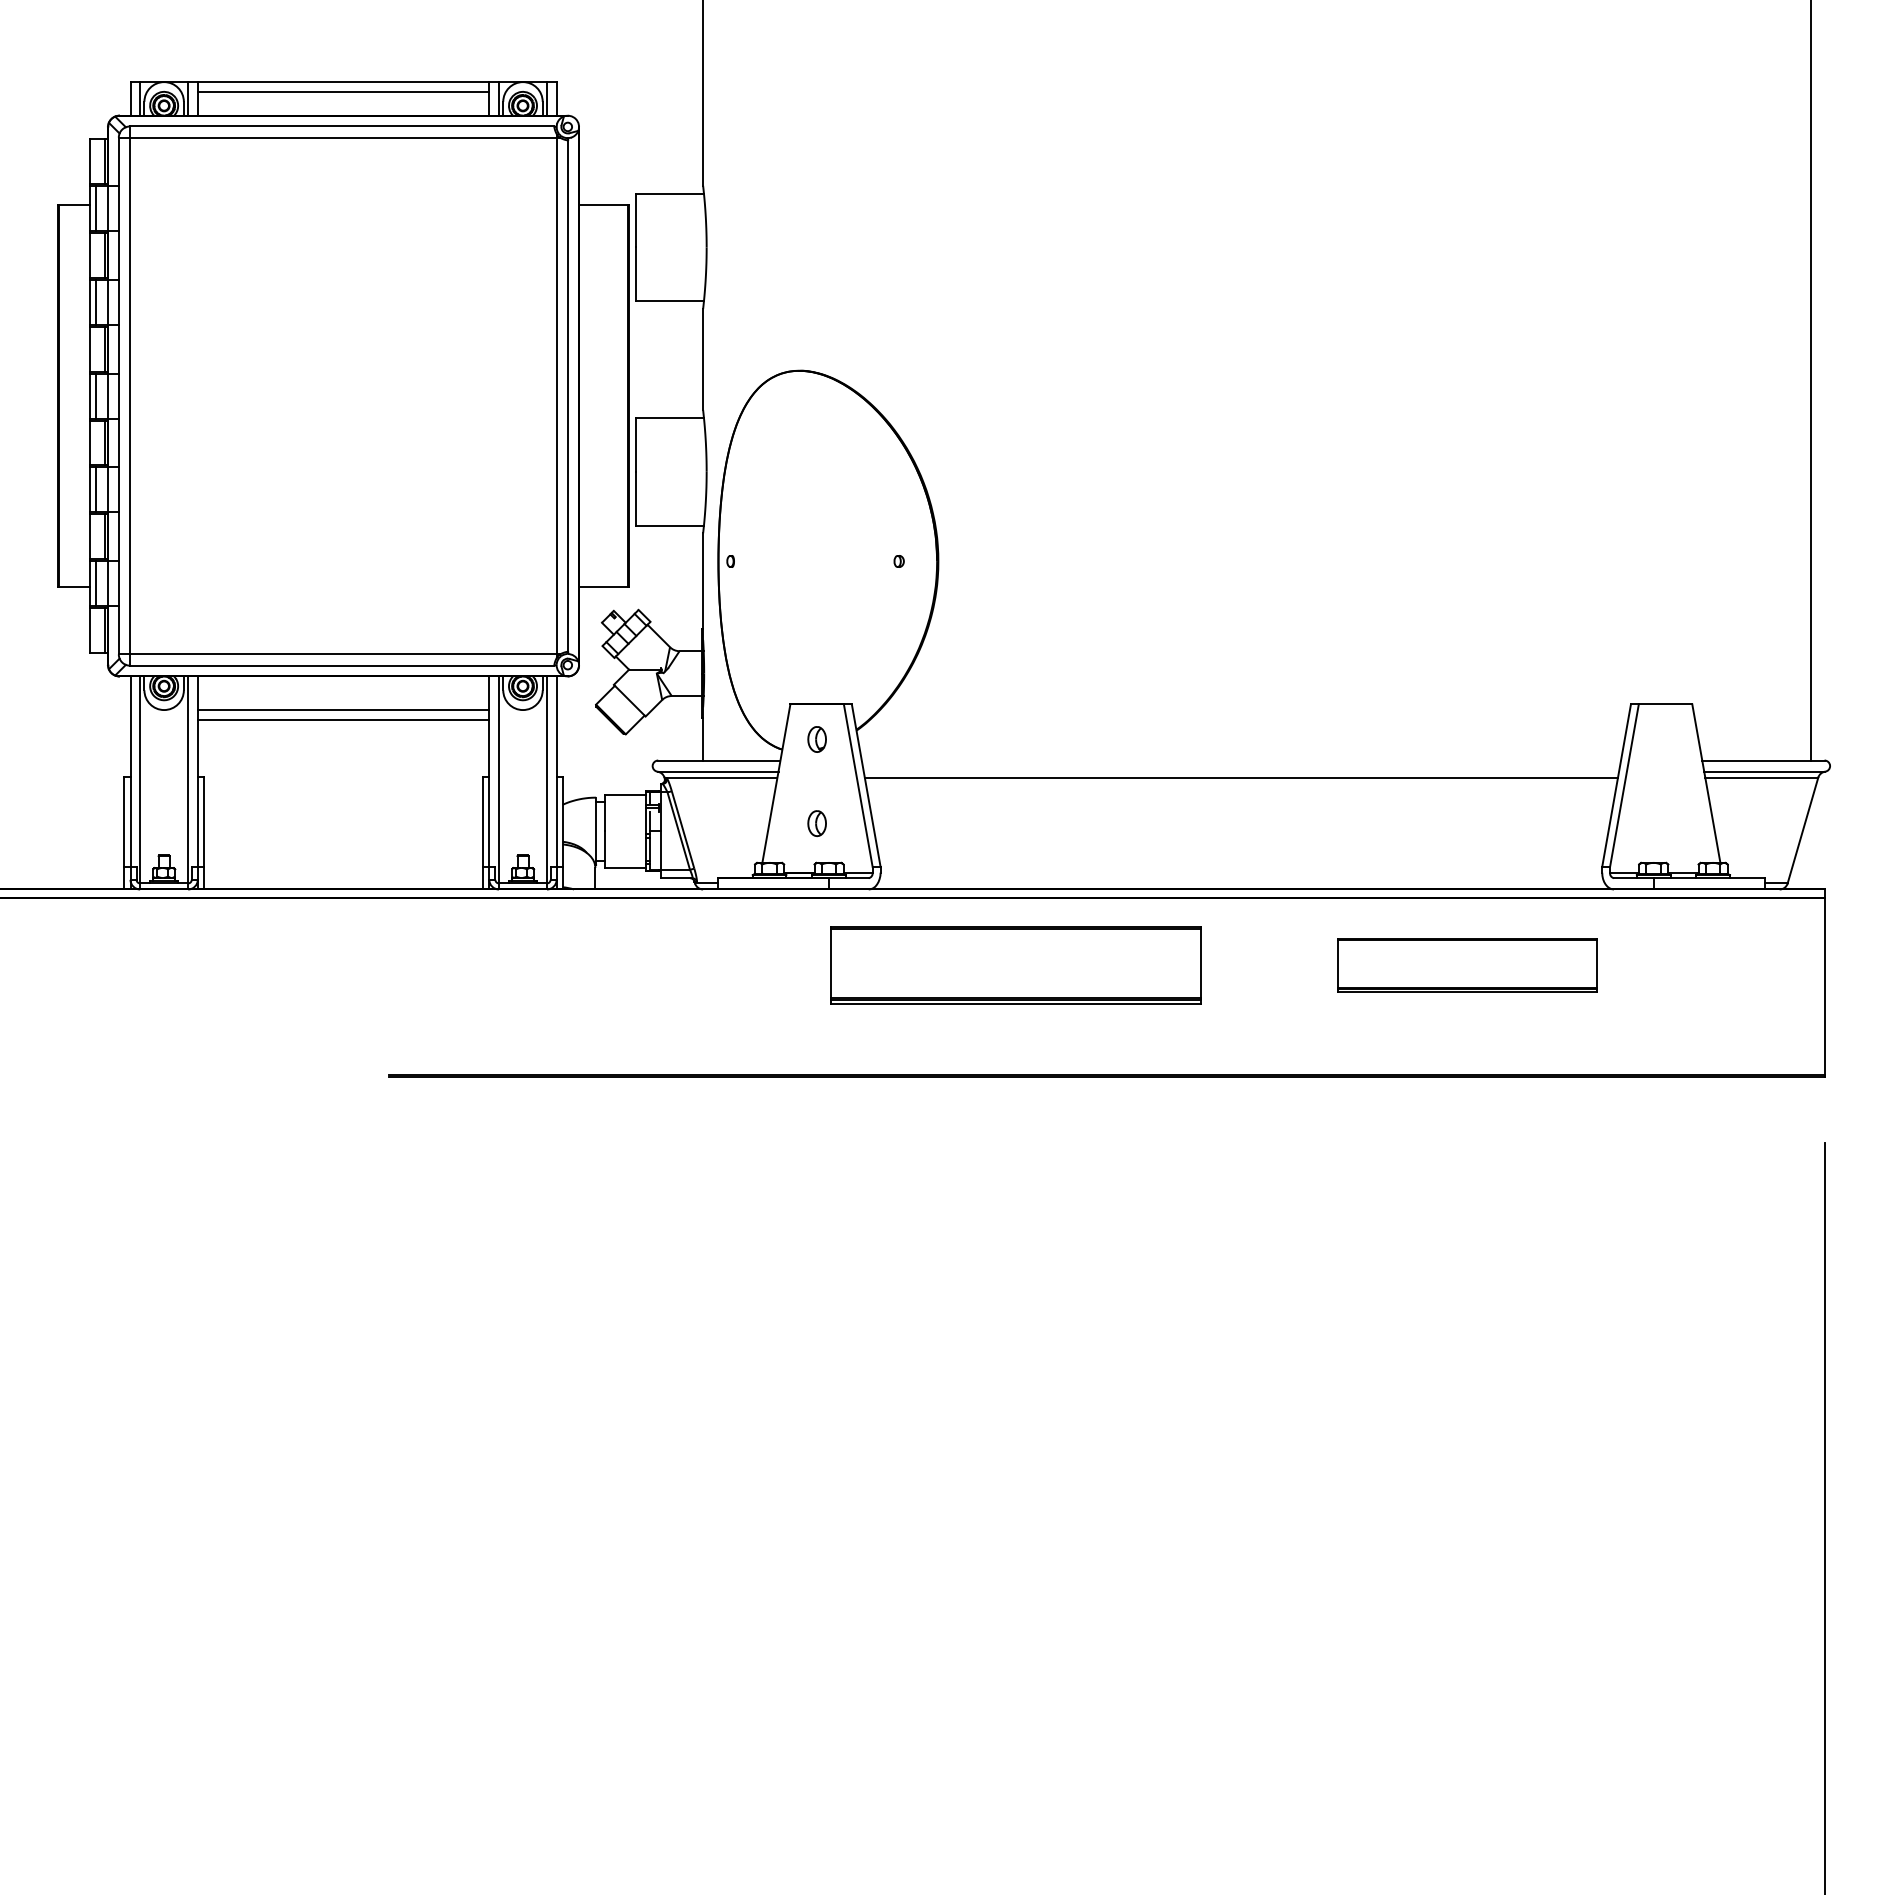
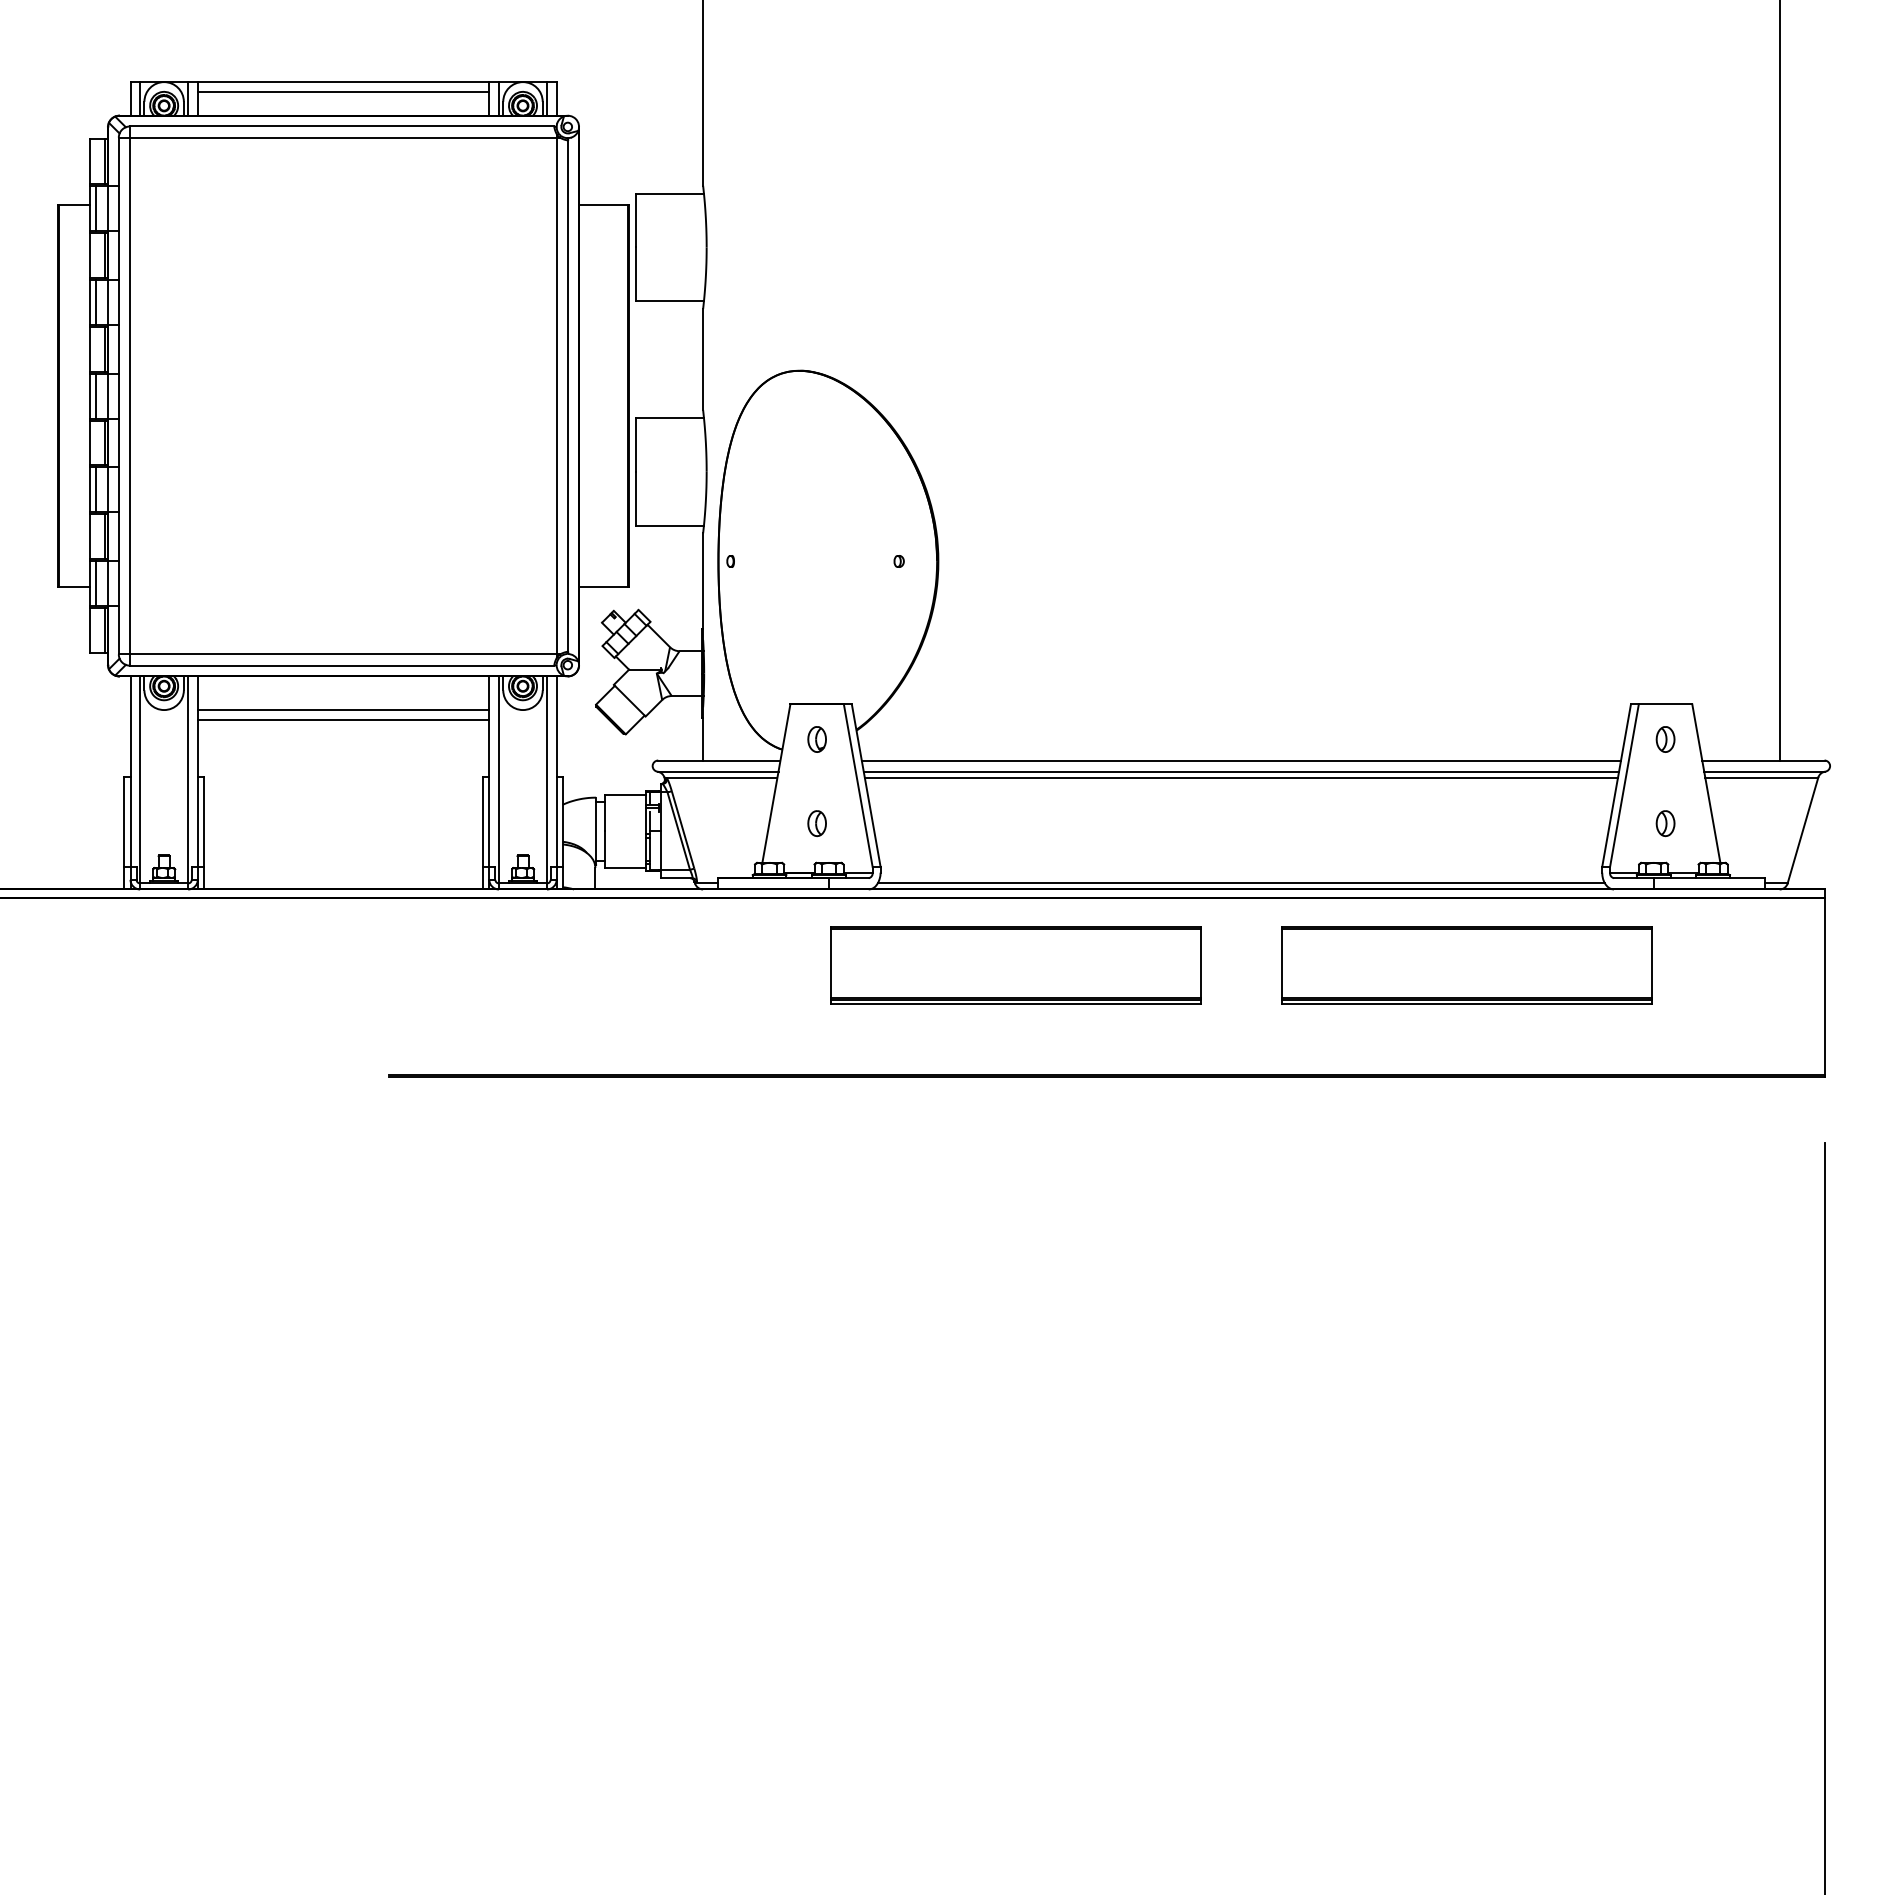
line at (1810, 381) position: (1810, 381) -> (1779, 381)
part at (1665, 739): none -> present
line at (1240, 760): none -> present
line at (1241, 771): none -> present
part at (1665, 823): none -> present
line at (1240, 883): none -> present
part at (1467, 965) size: 261x55 px -> 372x79 px
